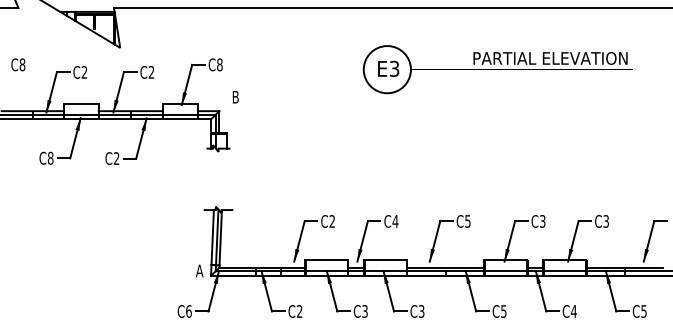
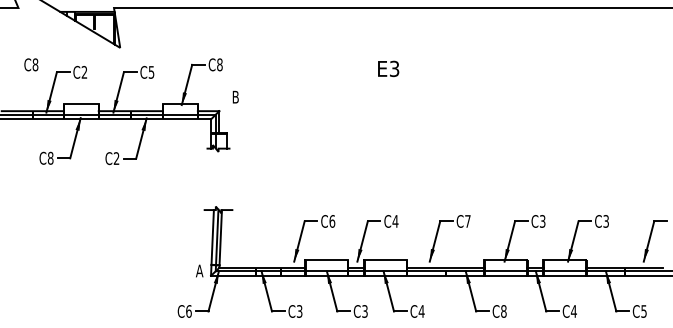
text at (18, 64) position: (18, 64) -> (31, 64)
part at (497, 69): present -> none
text at (151, 72): C2 -> C5
text at (332, 221): C2 -> C6
text at (467, 221): C5 -> C7
text at (299, 311): C2 -> C3
text at (421, 311): C3 -> C4
text at (503, 311): C5 -> C8
